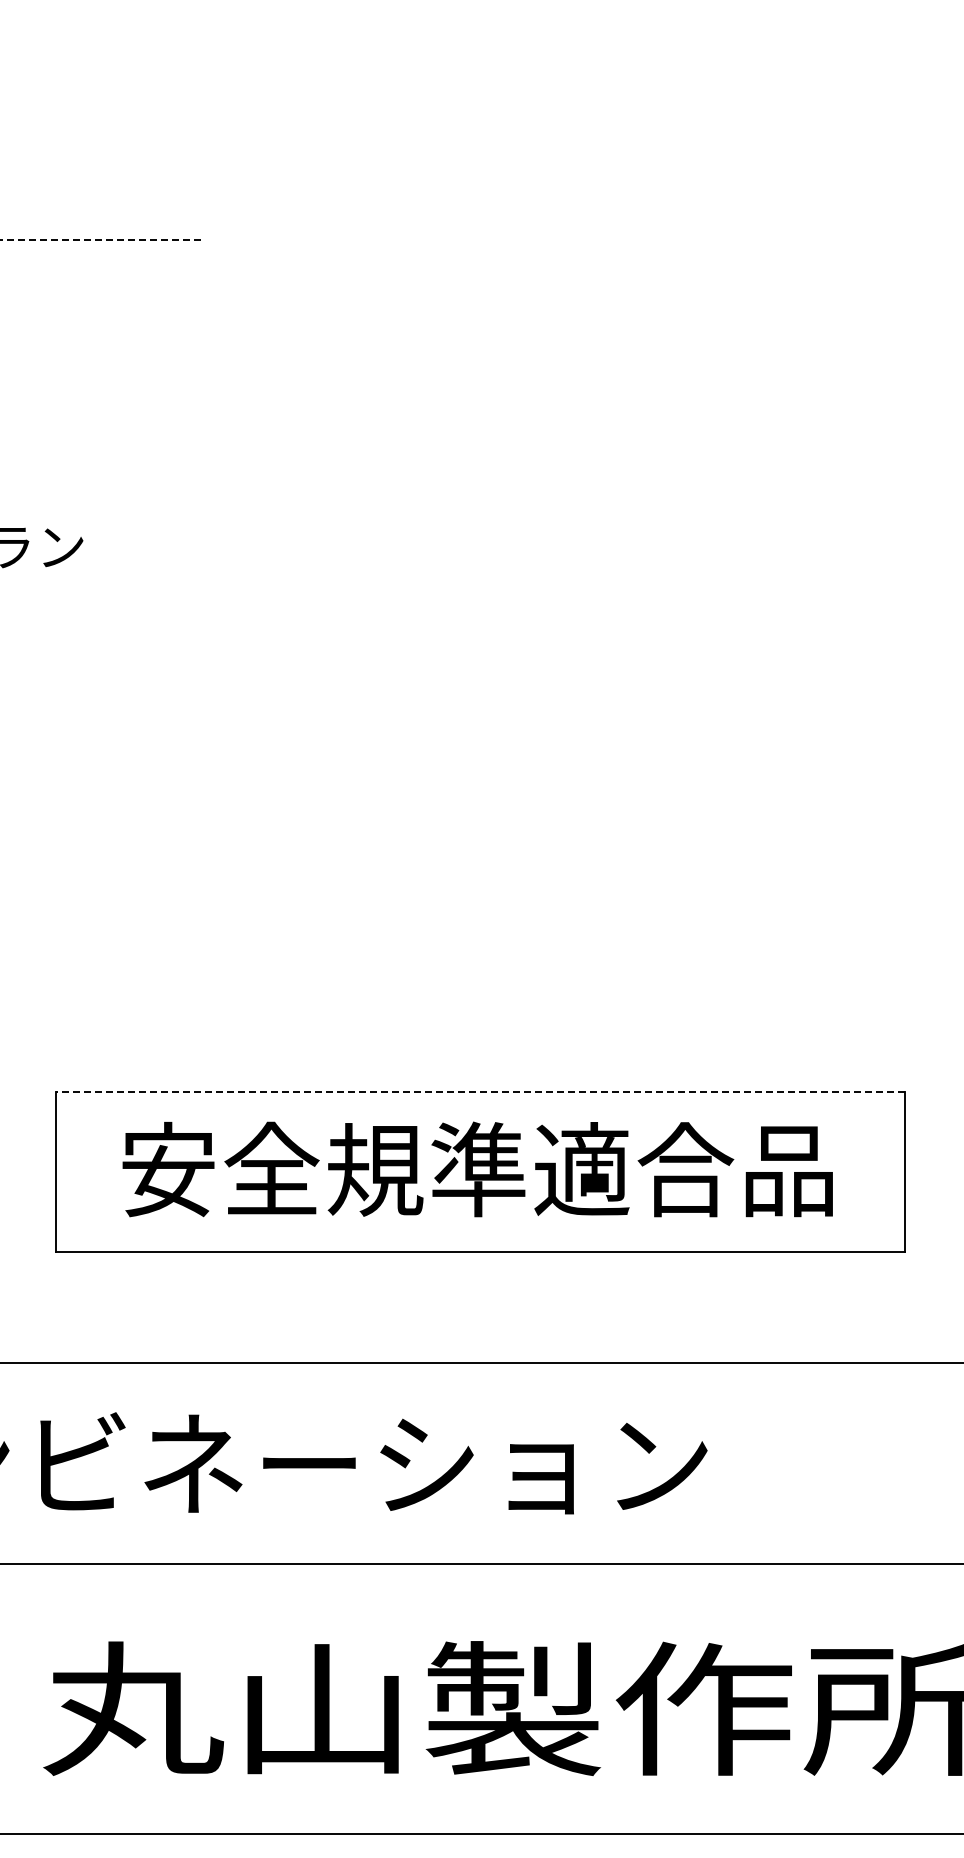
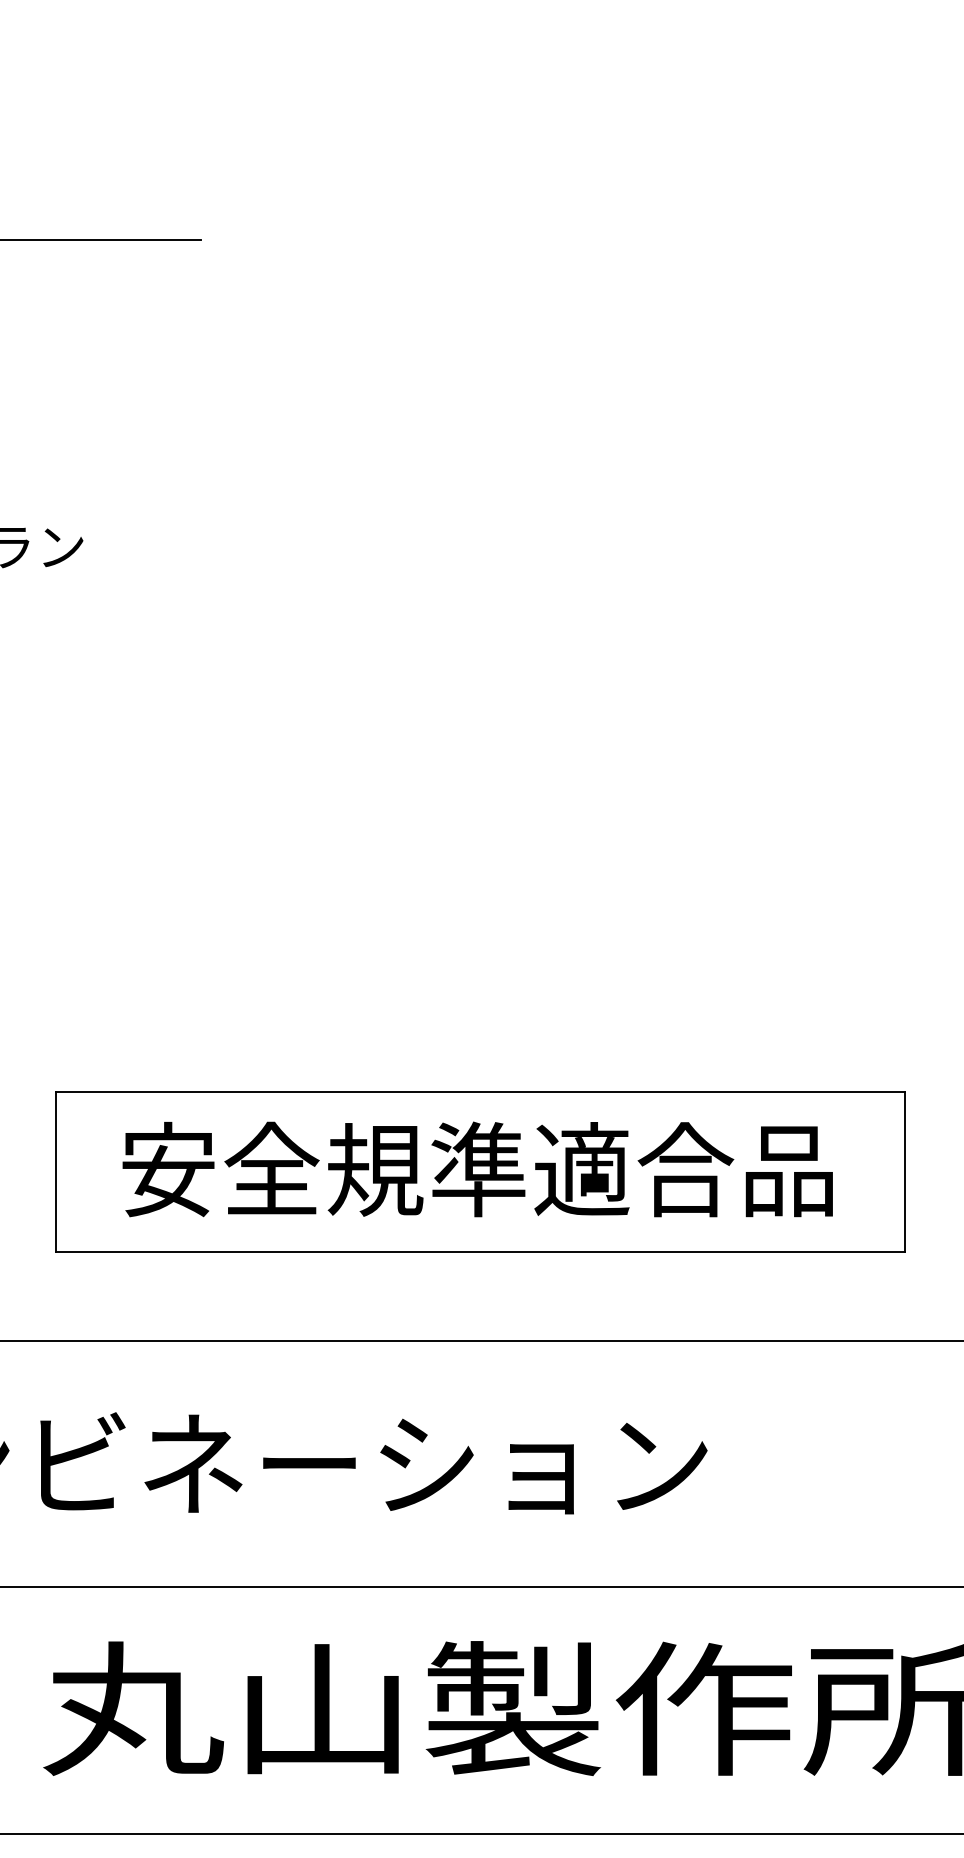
line at (100, 240): dashed -> solid
line at (480, 1091): dashed -> solid
line at (481, 1362) position: (481, 1362) -> (481, 1340)
line at (481, 1564) position: (481, 1564) -> (481, 1587)
